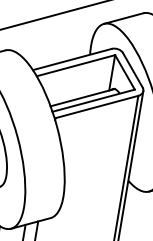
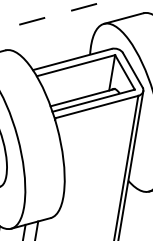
line at (55, 14): solid -> dashed
